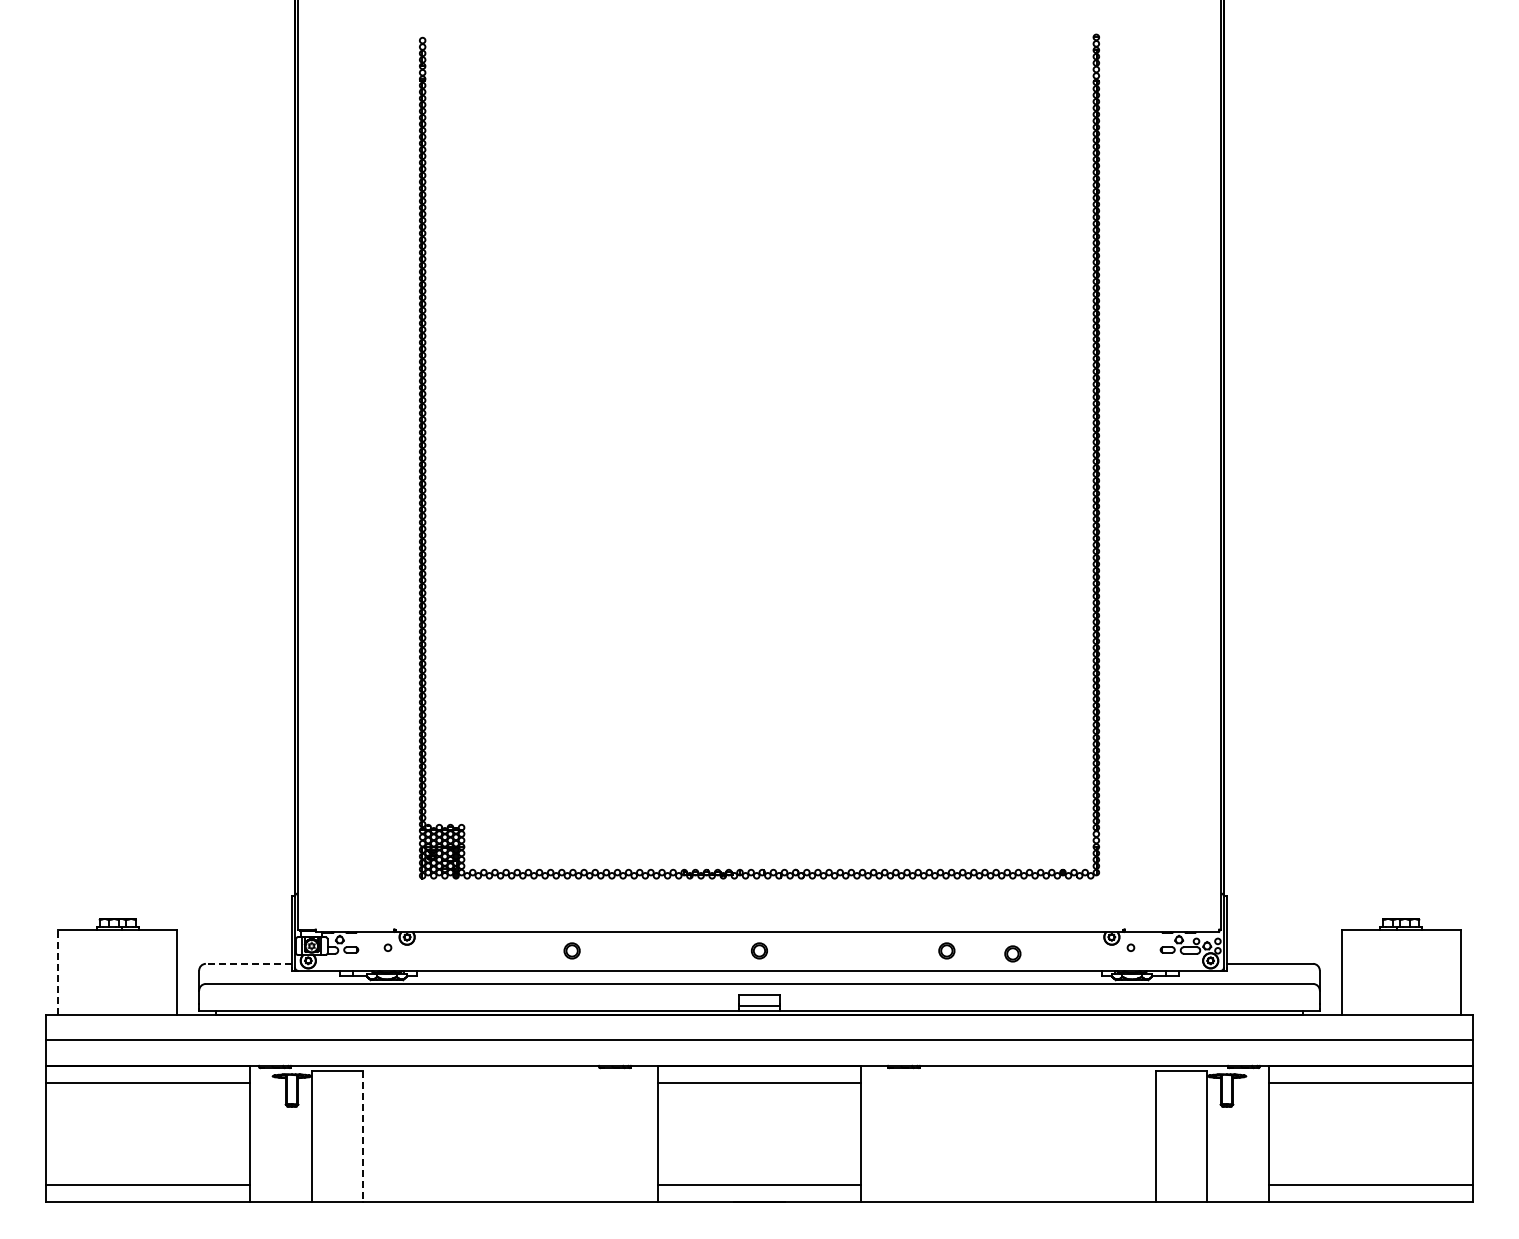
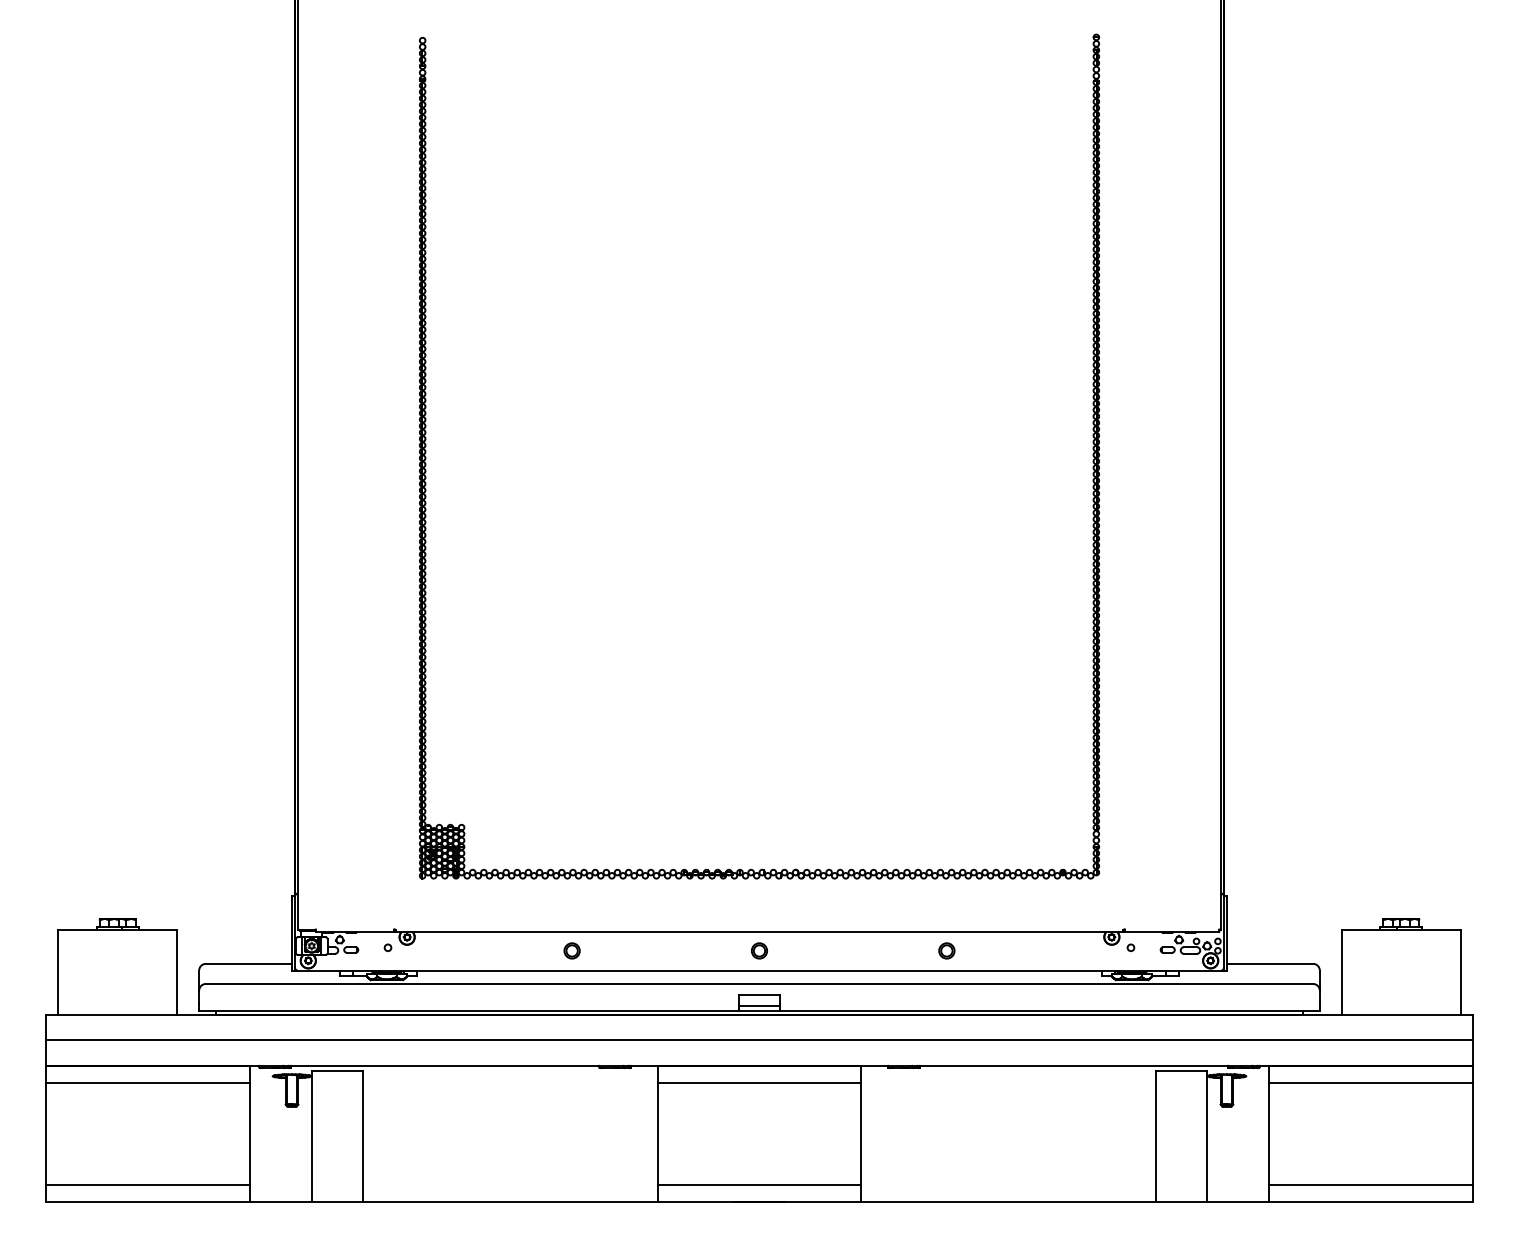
part at (1012, 953): present -> none
line at (248, 963): dashed -> solid
line at (58, 971): dashed -> solid
line at (363, 1136): dashed -> solid
